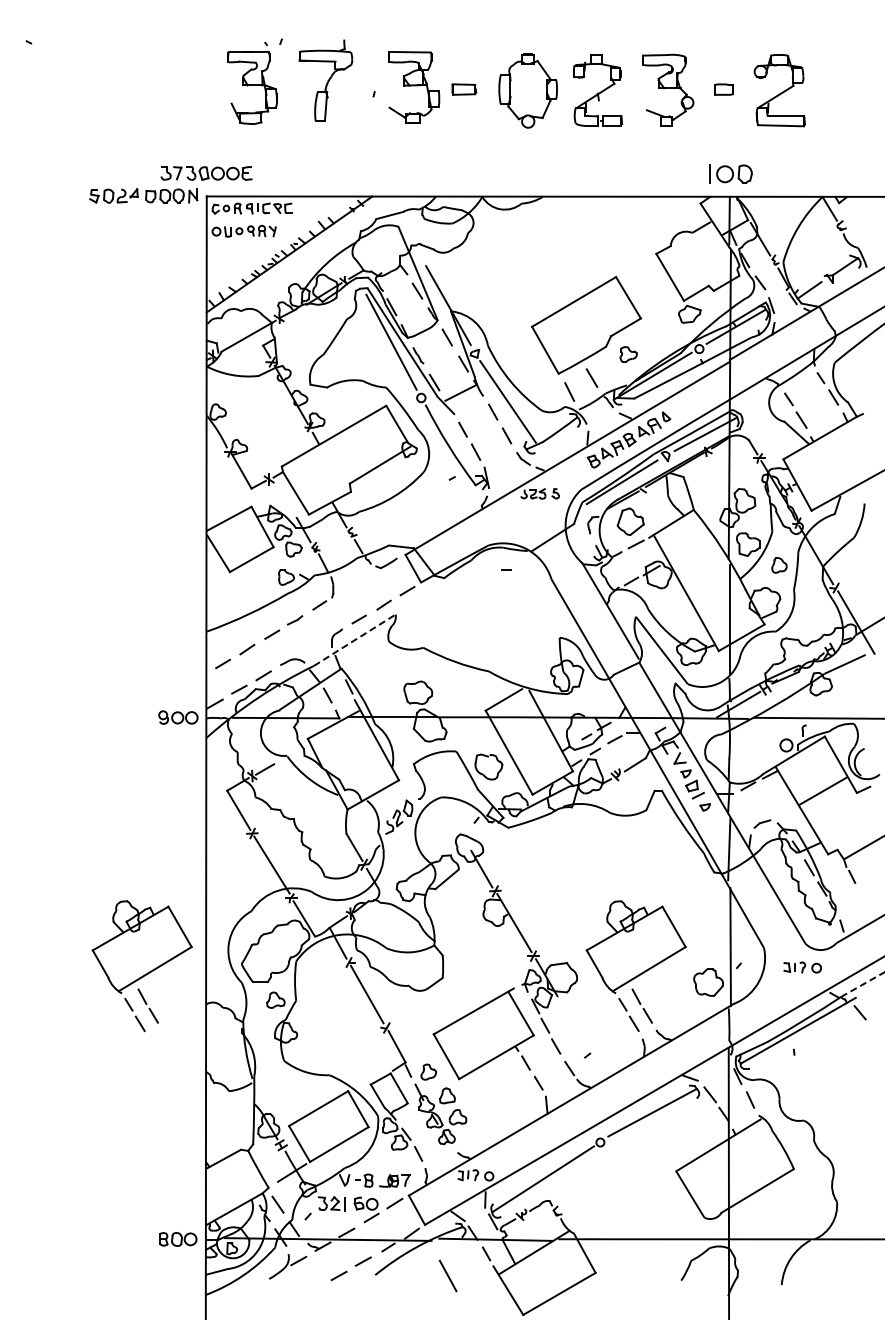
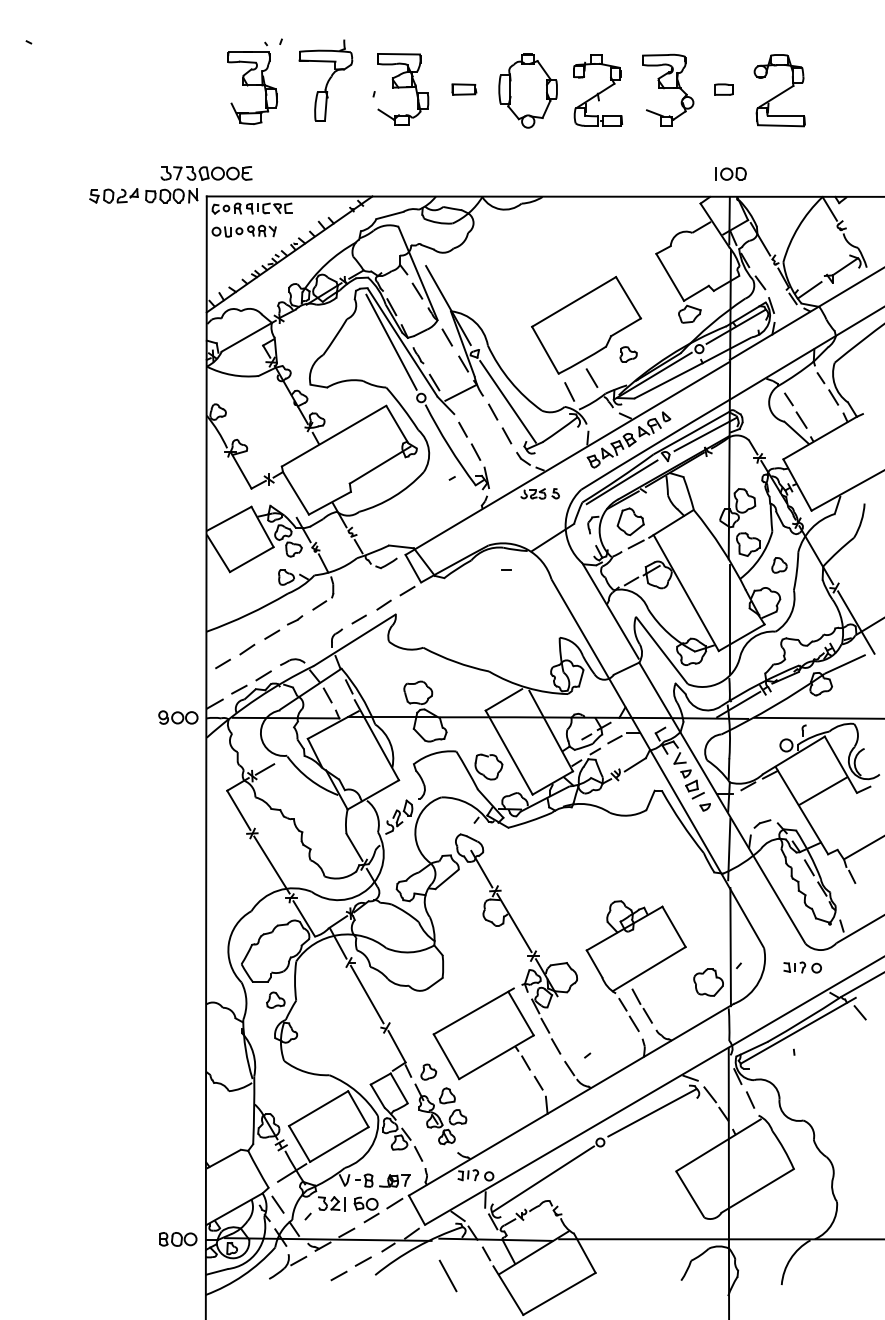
part at (414, 87) position: (414, 87) -> (403, 89)
part at (730, 173) size: 44x20 px -> 32x14 px
line at (355, 639): dashed -> solid
part at (141, 966): present -> none
line at (863, 984): dashed -> solid
